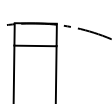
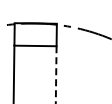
line at (56, 75): solid -> dashed
